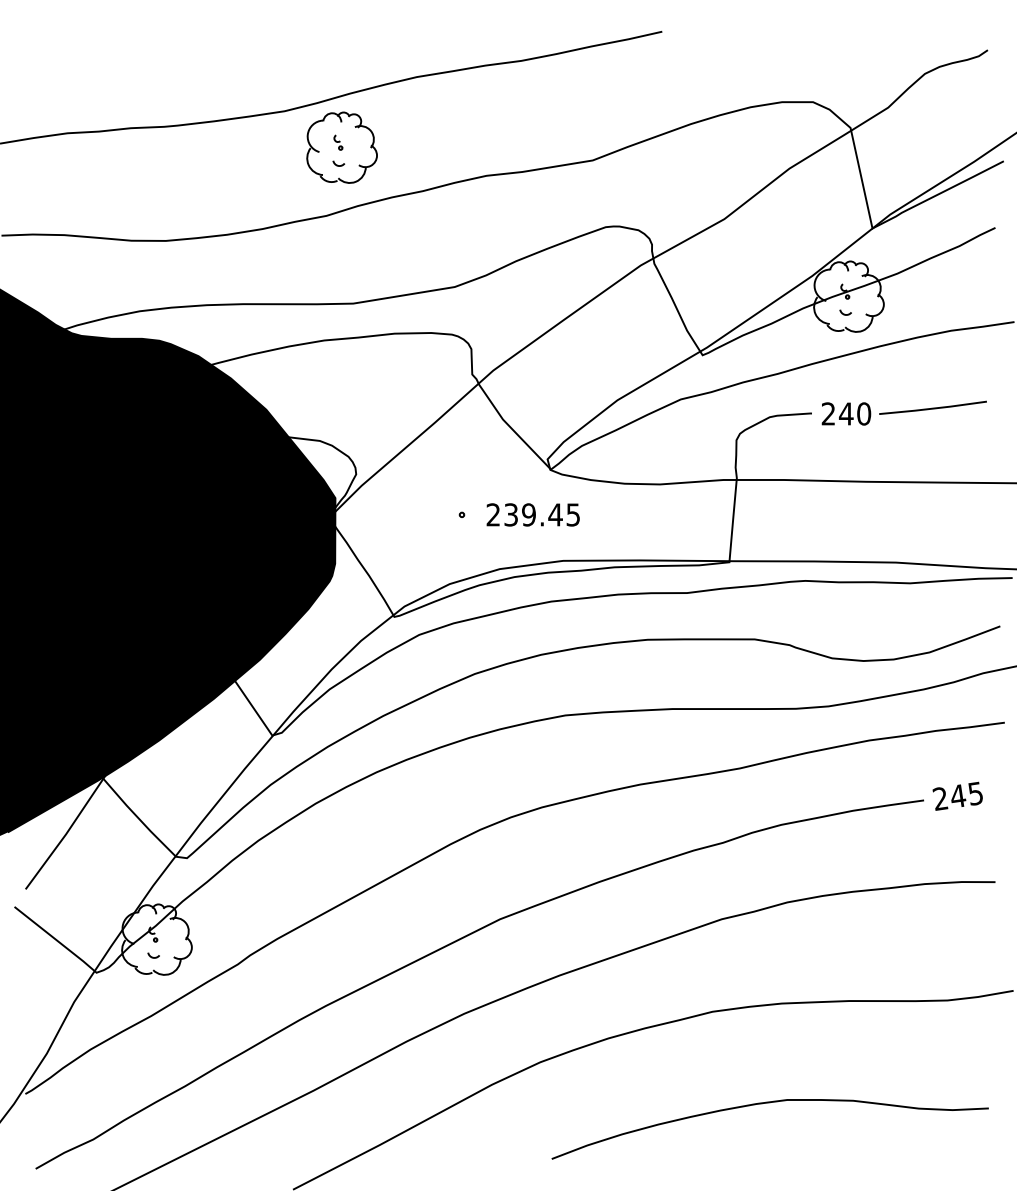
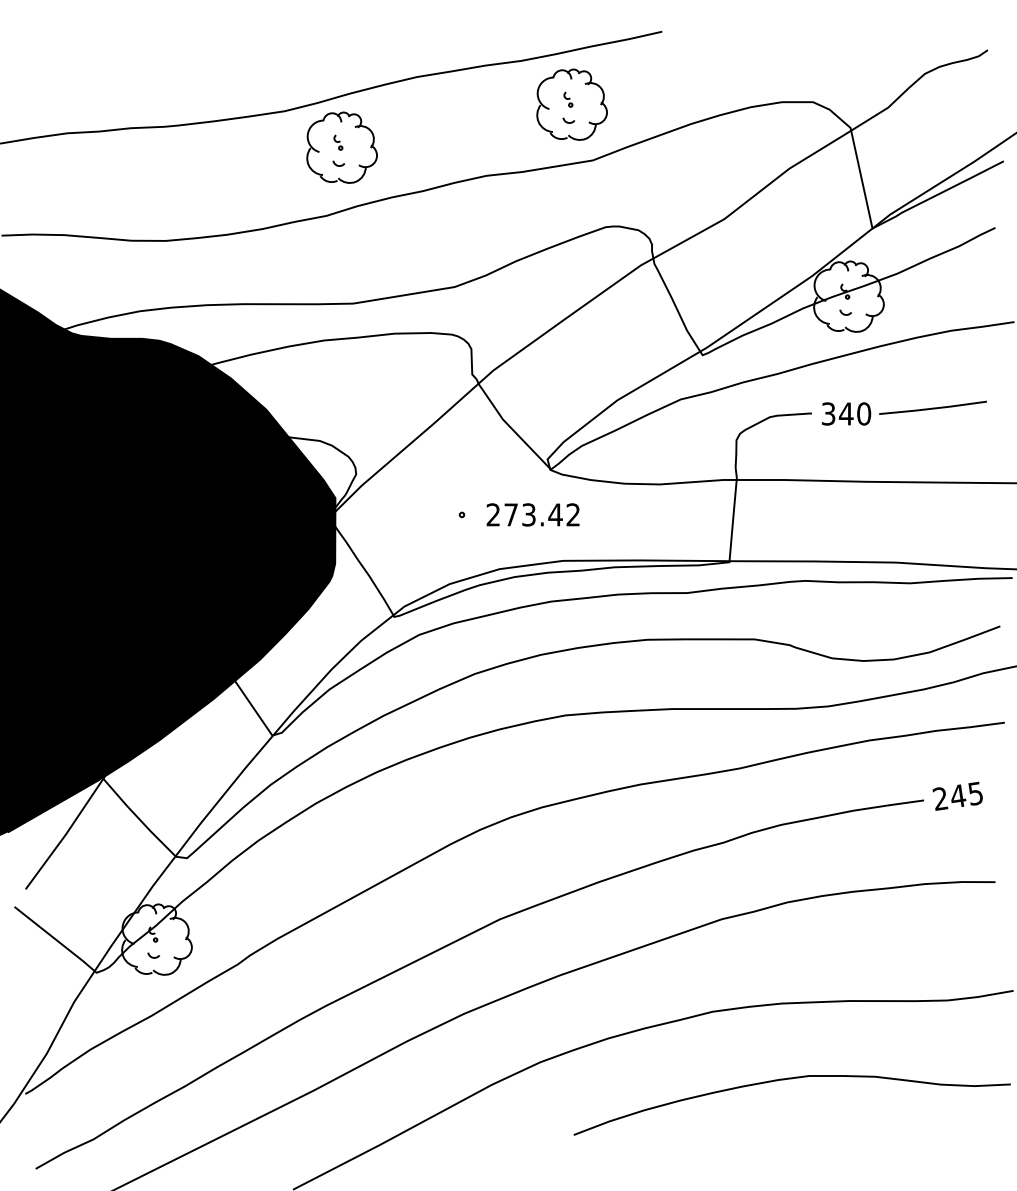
part at (571, 104): none -> present
text at (828, 413): 240 -> 340
text at (541, 514): 239.45 -> 273.42
curve at (762, 1104) position: (762, 1104) -> (784, 1080)
